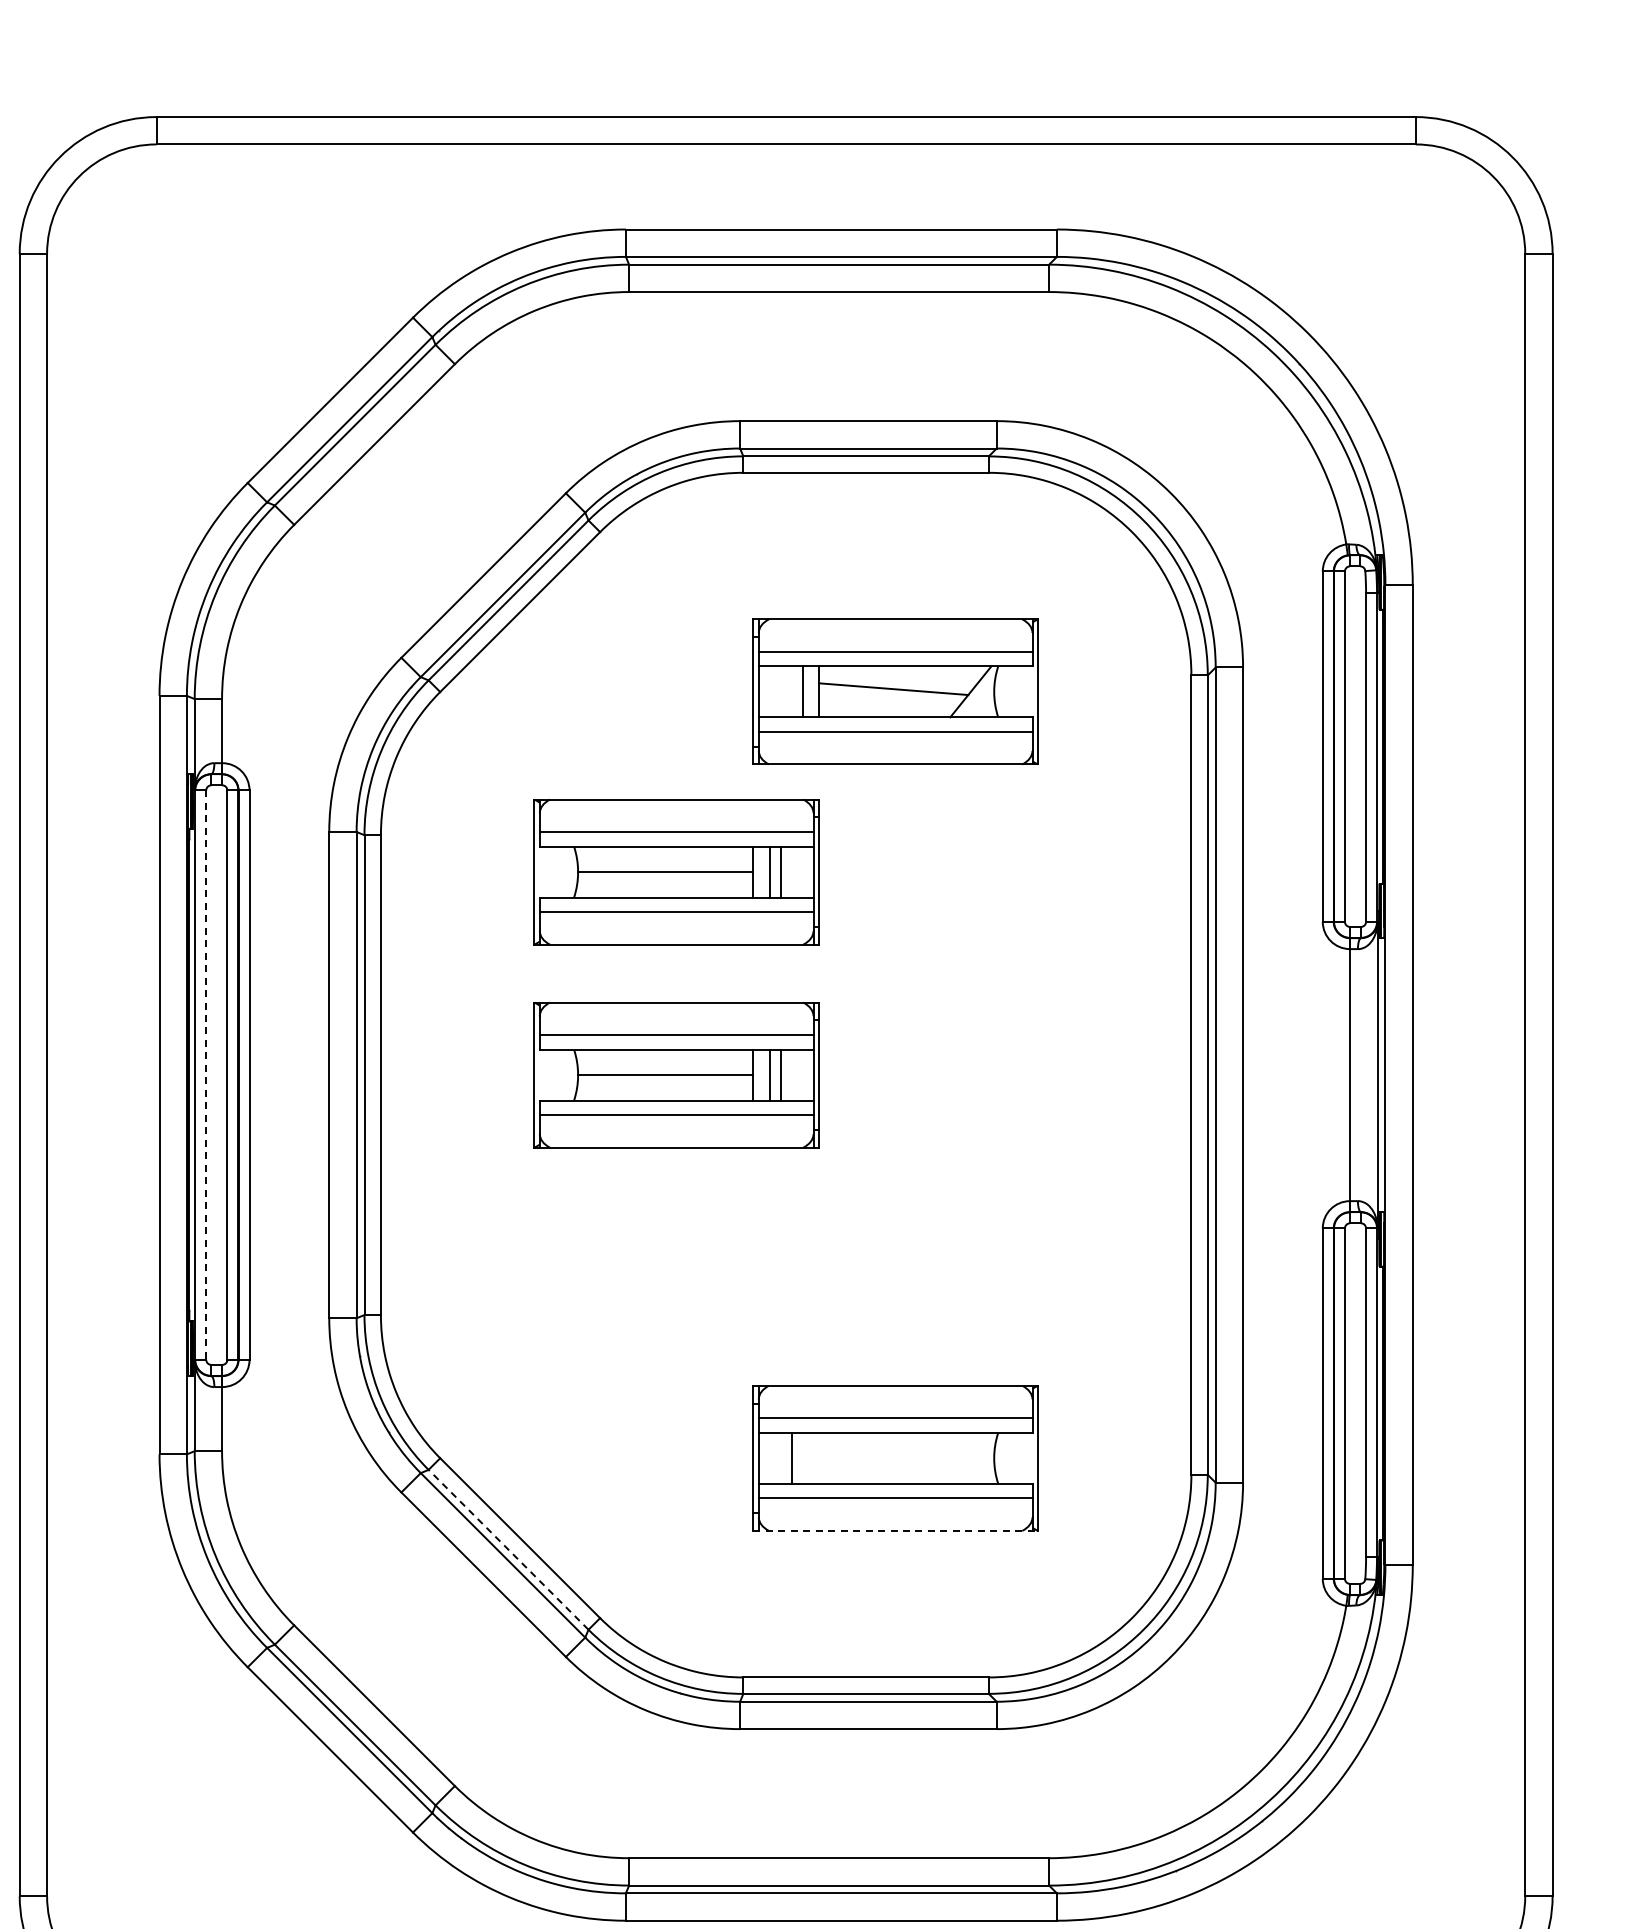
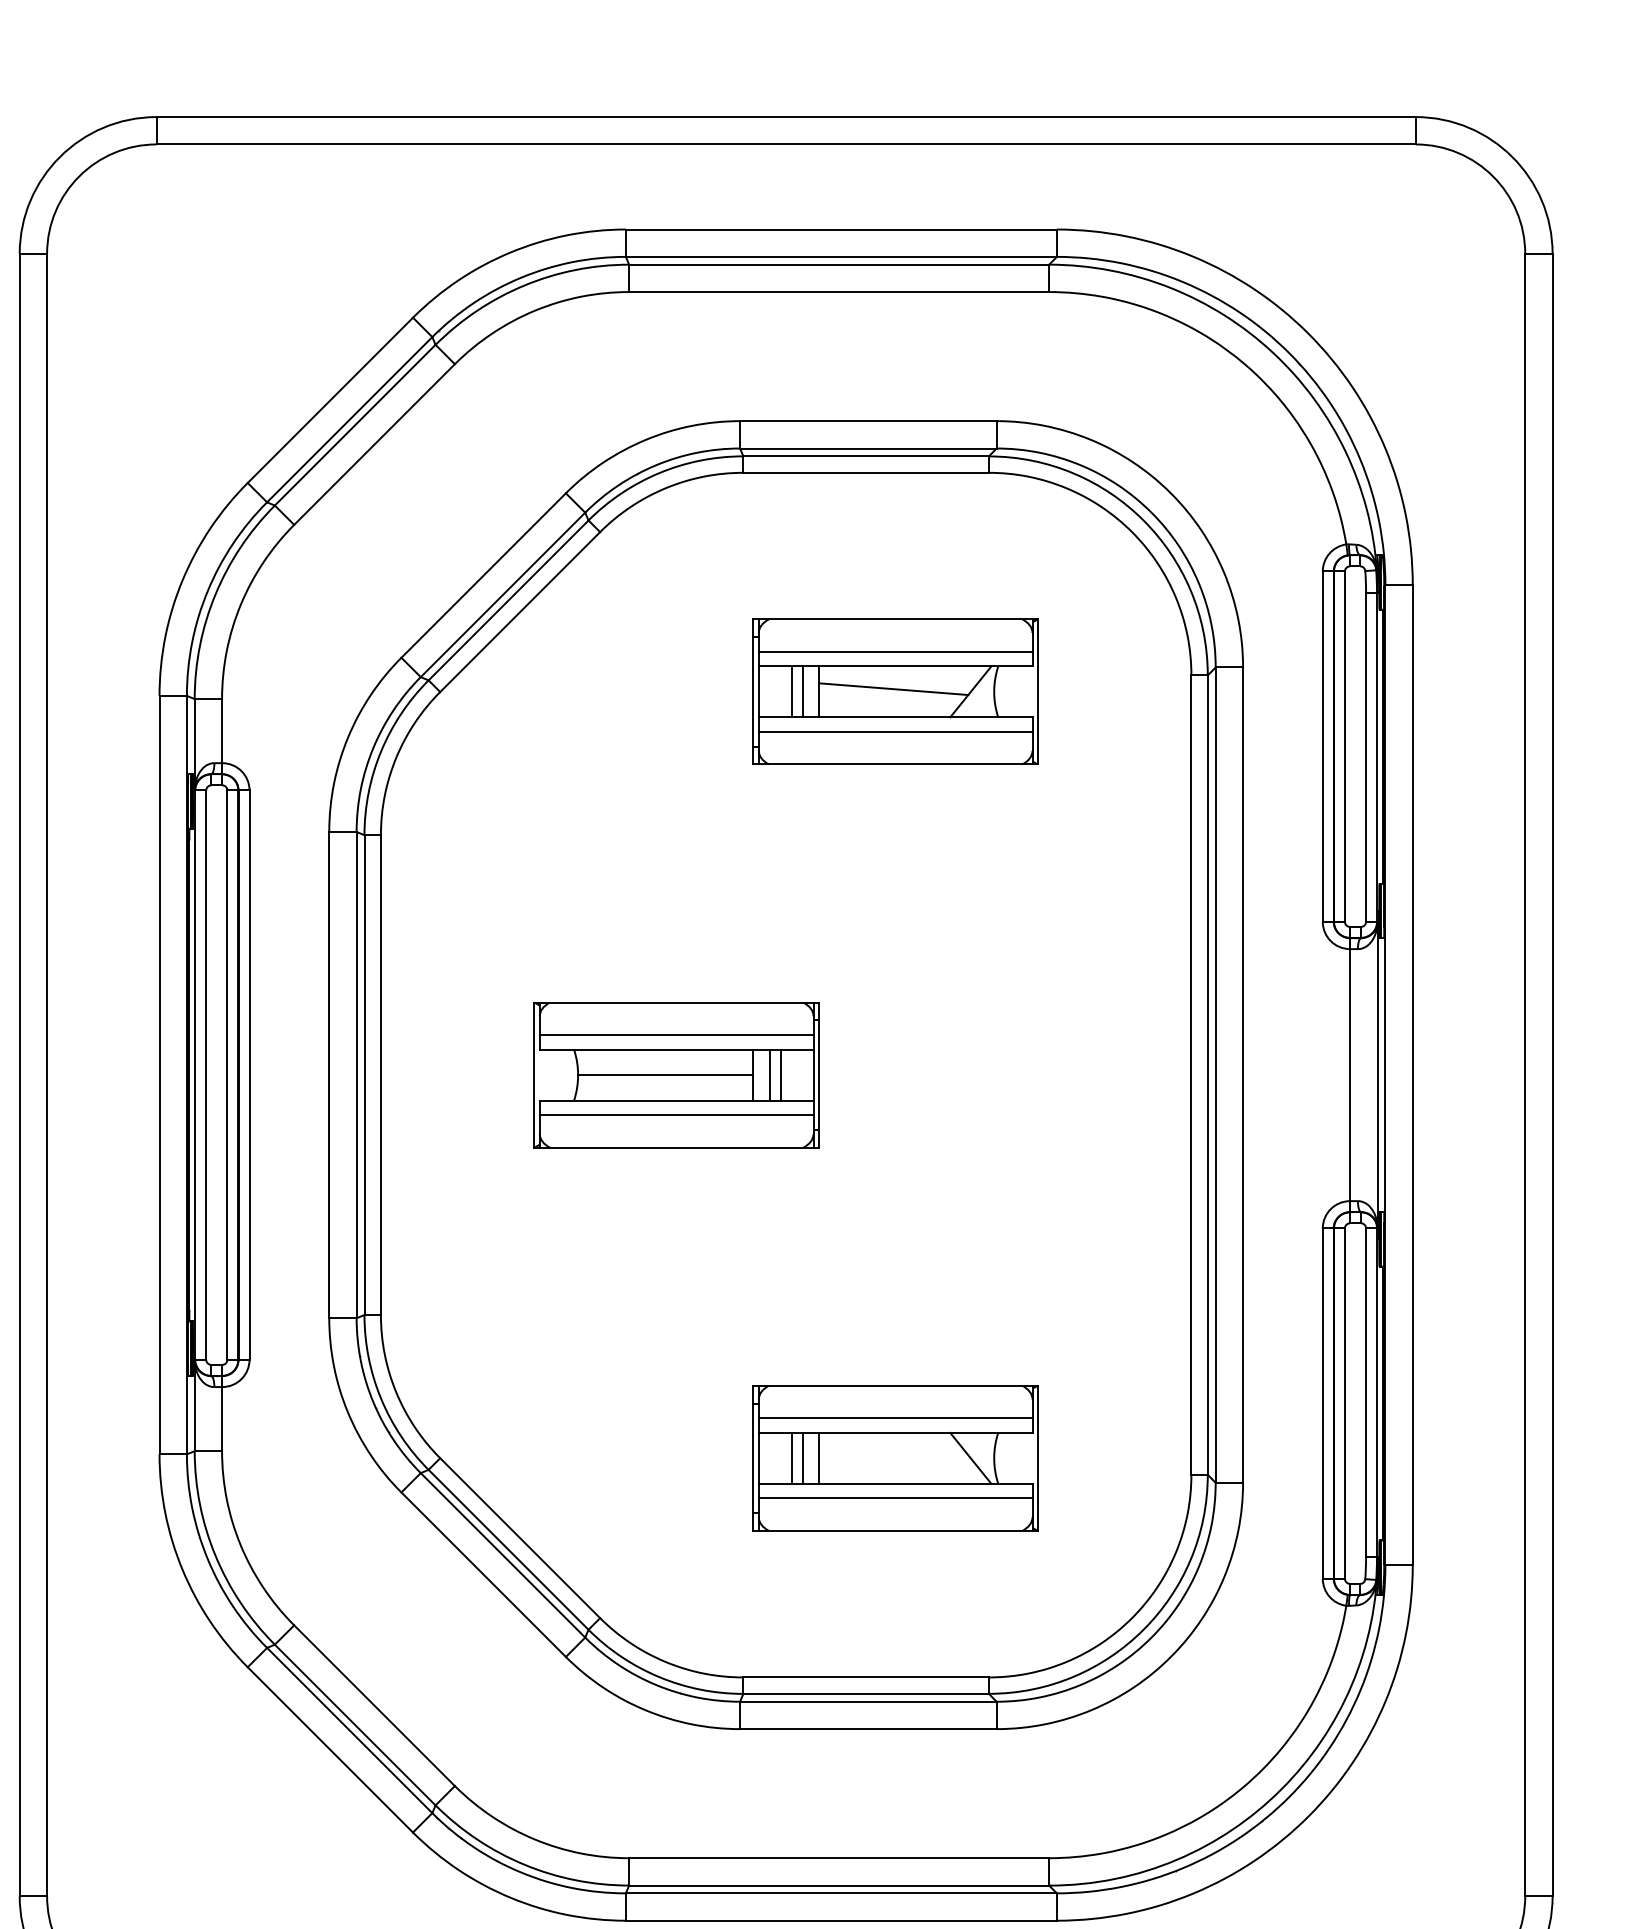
line at (791, 691): none -> present
part at (676, 872): present -> none
line at (206, 1075): dashed -> solid
line at (802, 1457): none -> present
line at (819, 1457): none -> present
line at (970, 1457): none -> present
line at (896, 1530): dashed -> solid
line at (508, 1549): dashed -> solid
